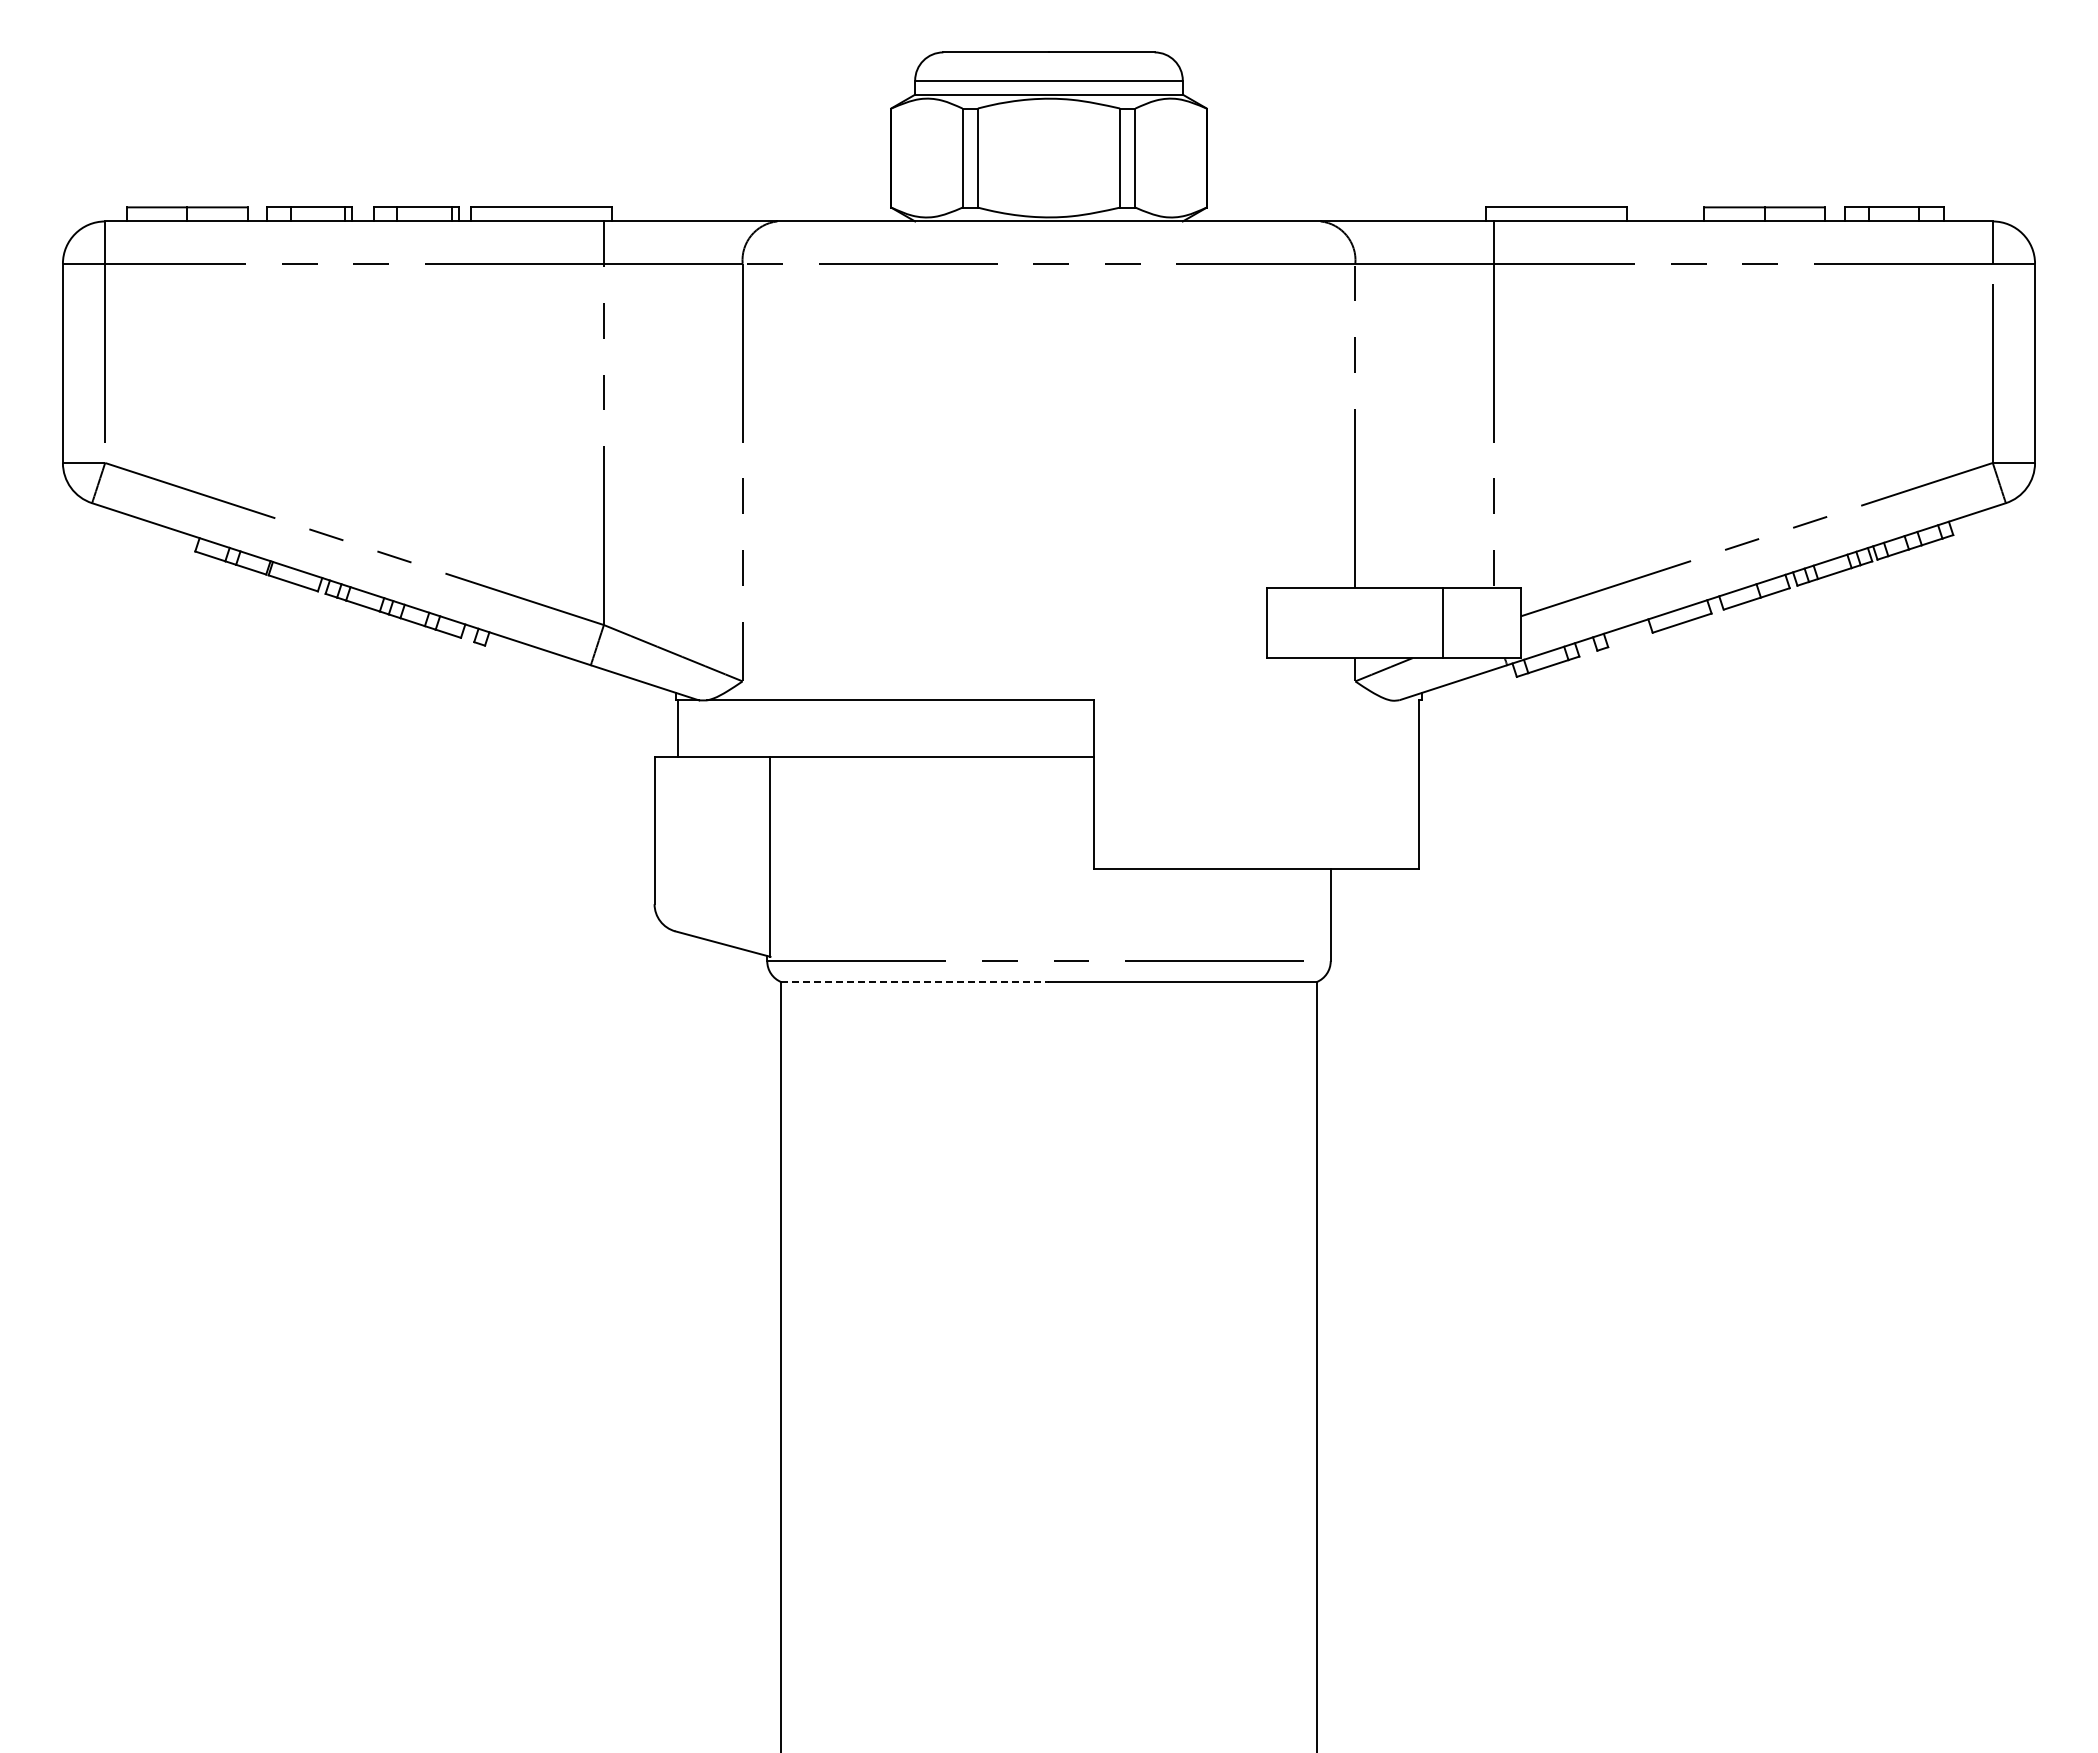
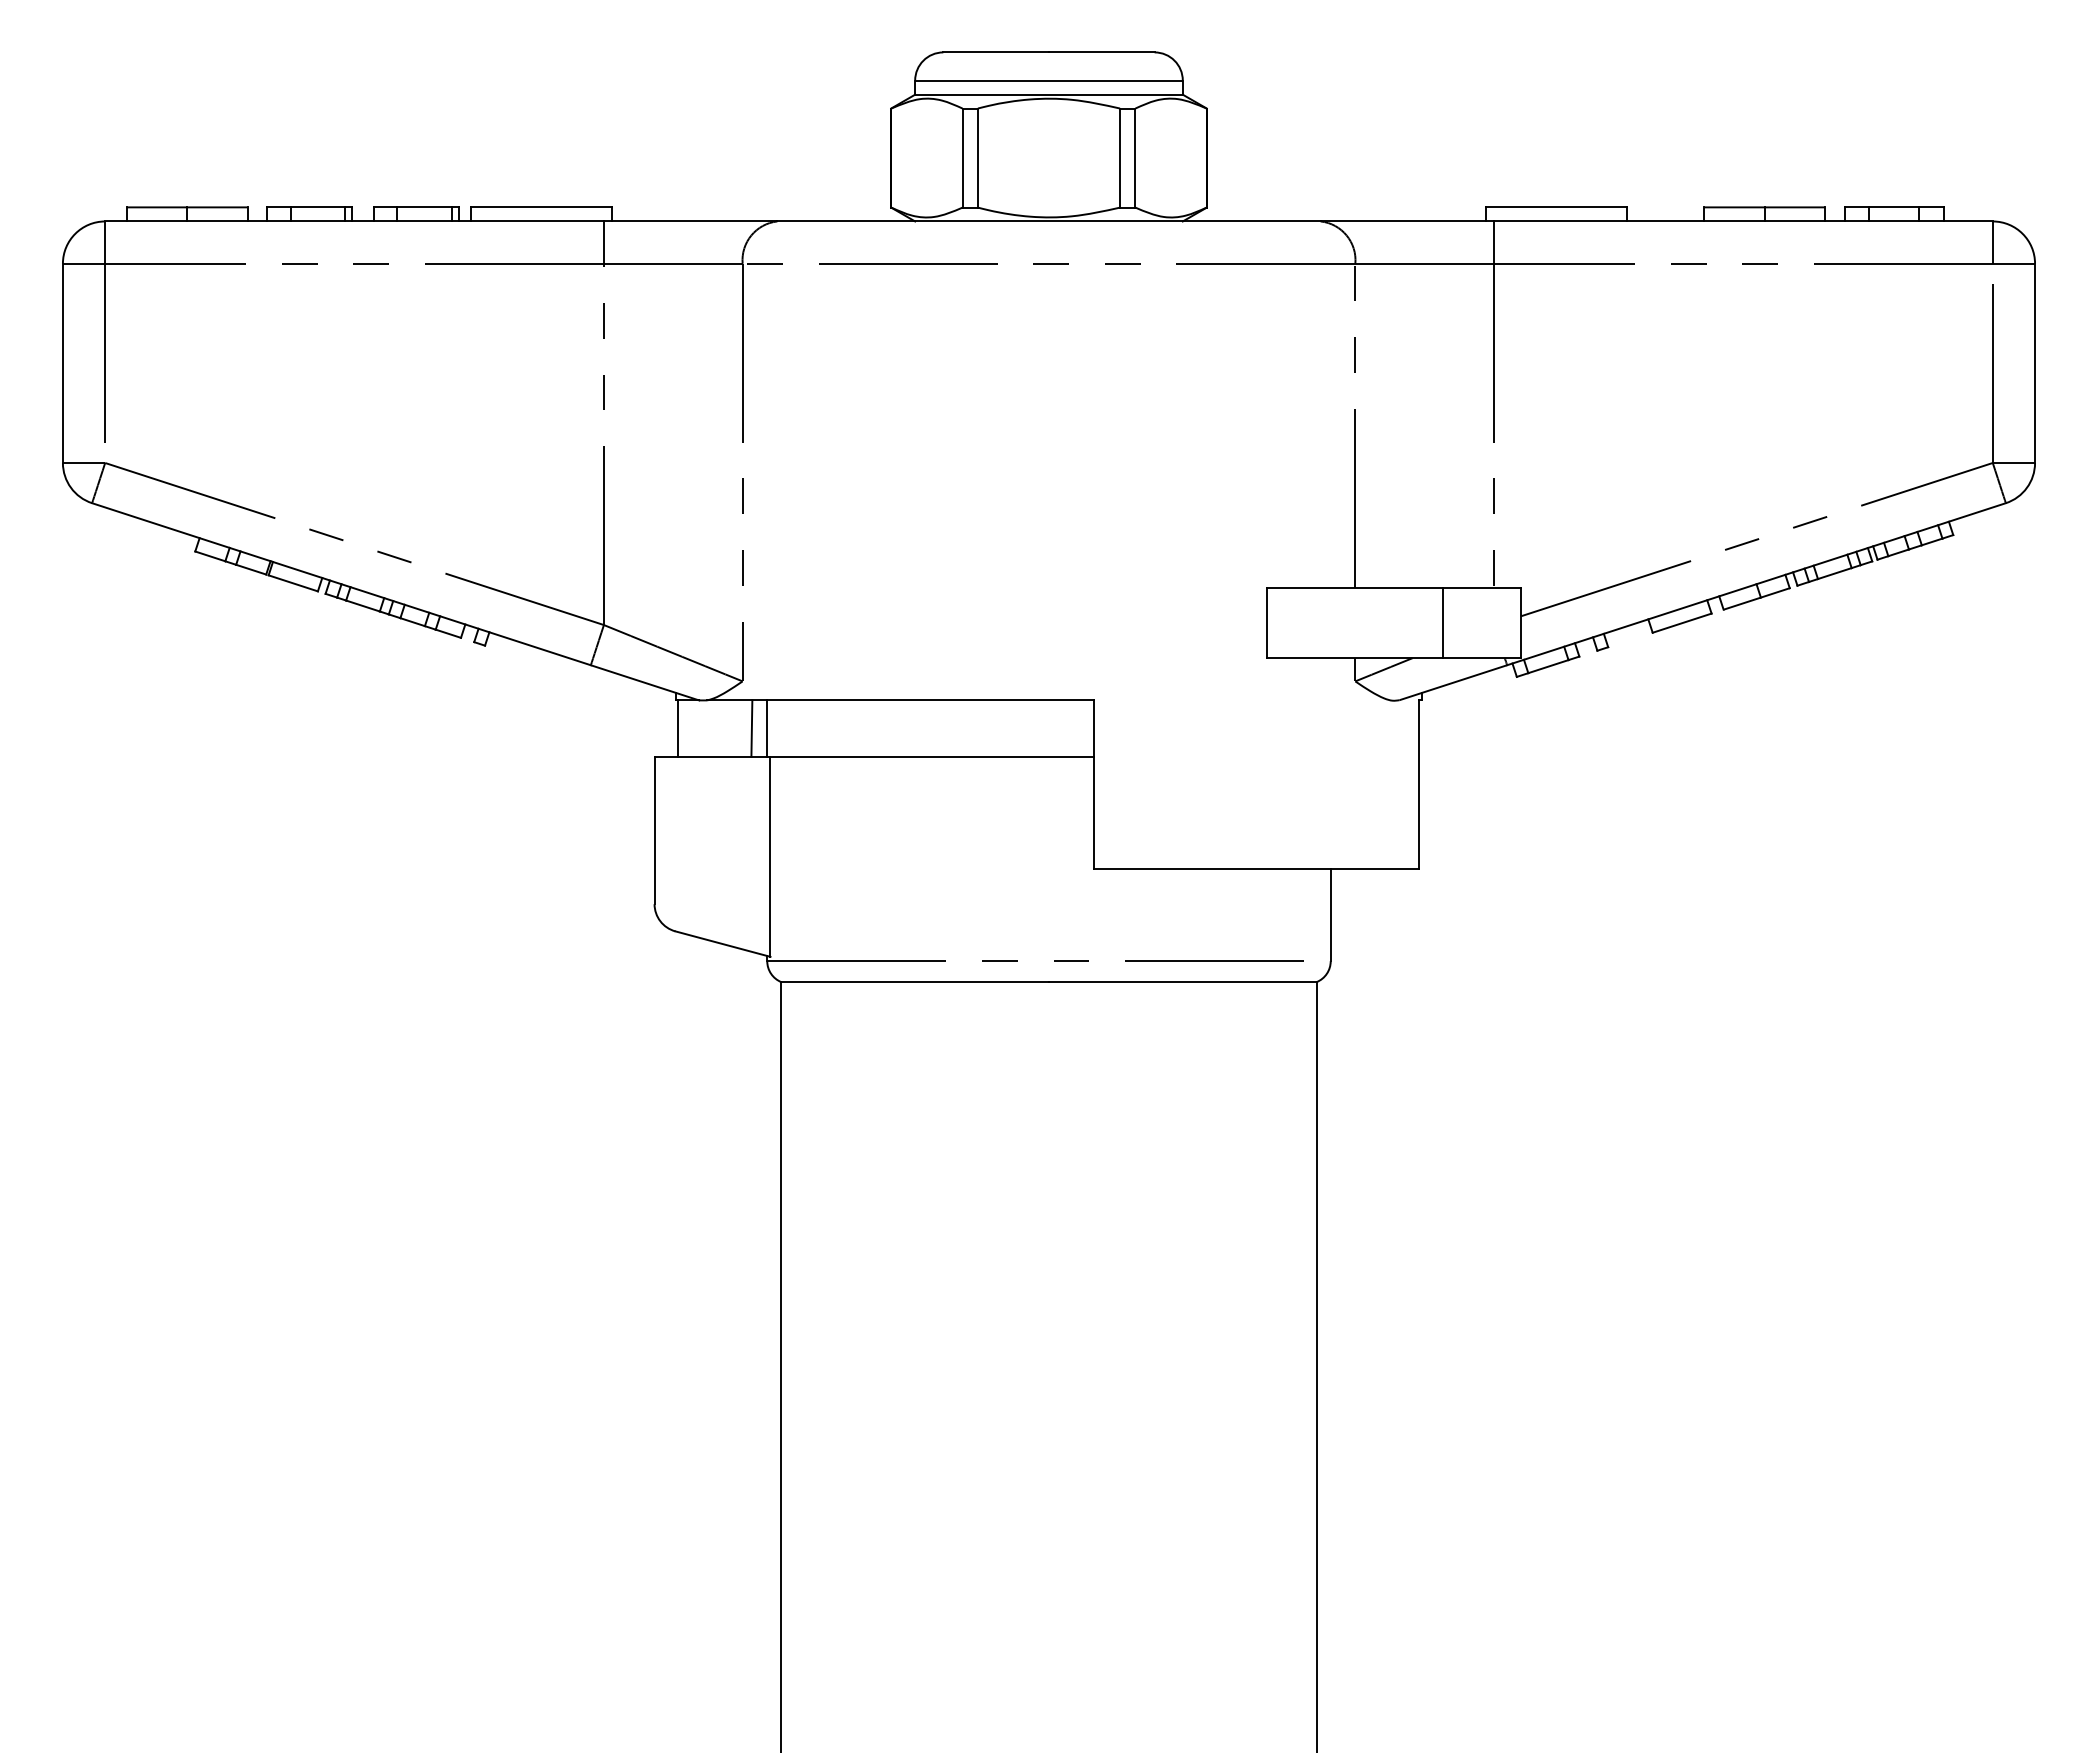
line at (751, 728): none -> present
line at (767, 728): none -> present
line at (915, 982): dashed -> solid
